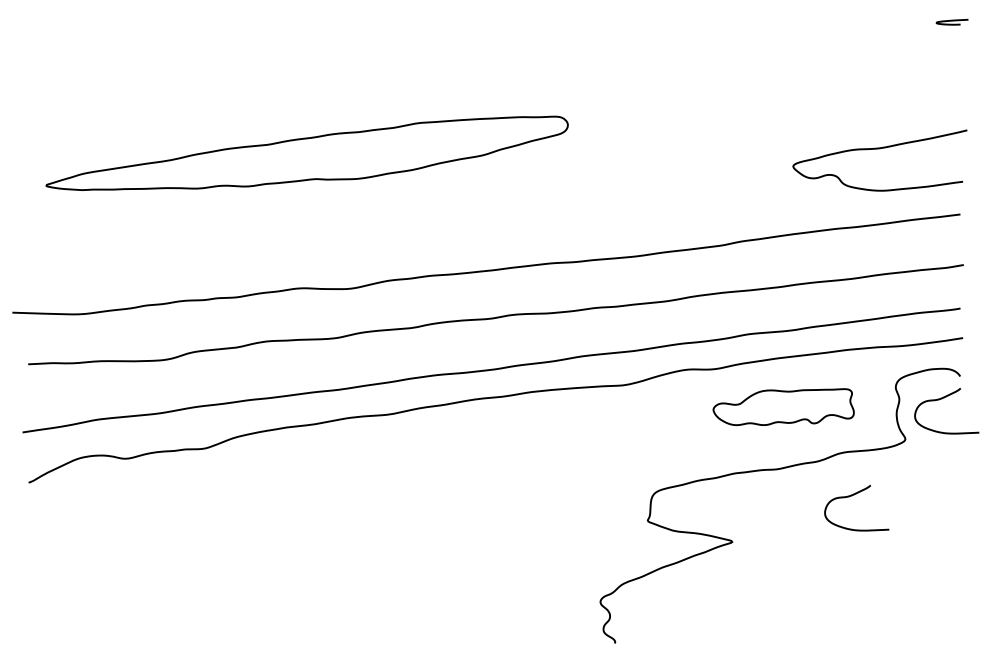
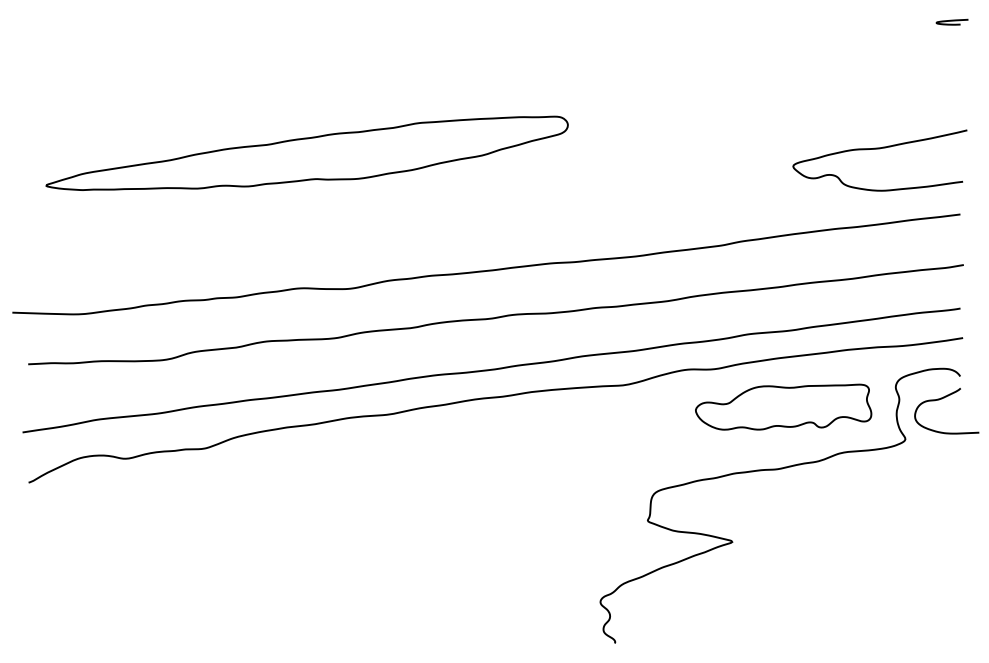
part at (783, 406) size: 143x38 px -> 178x48 px
curve at (852, 496): present -> none
